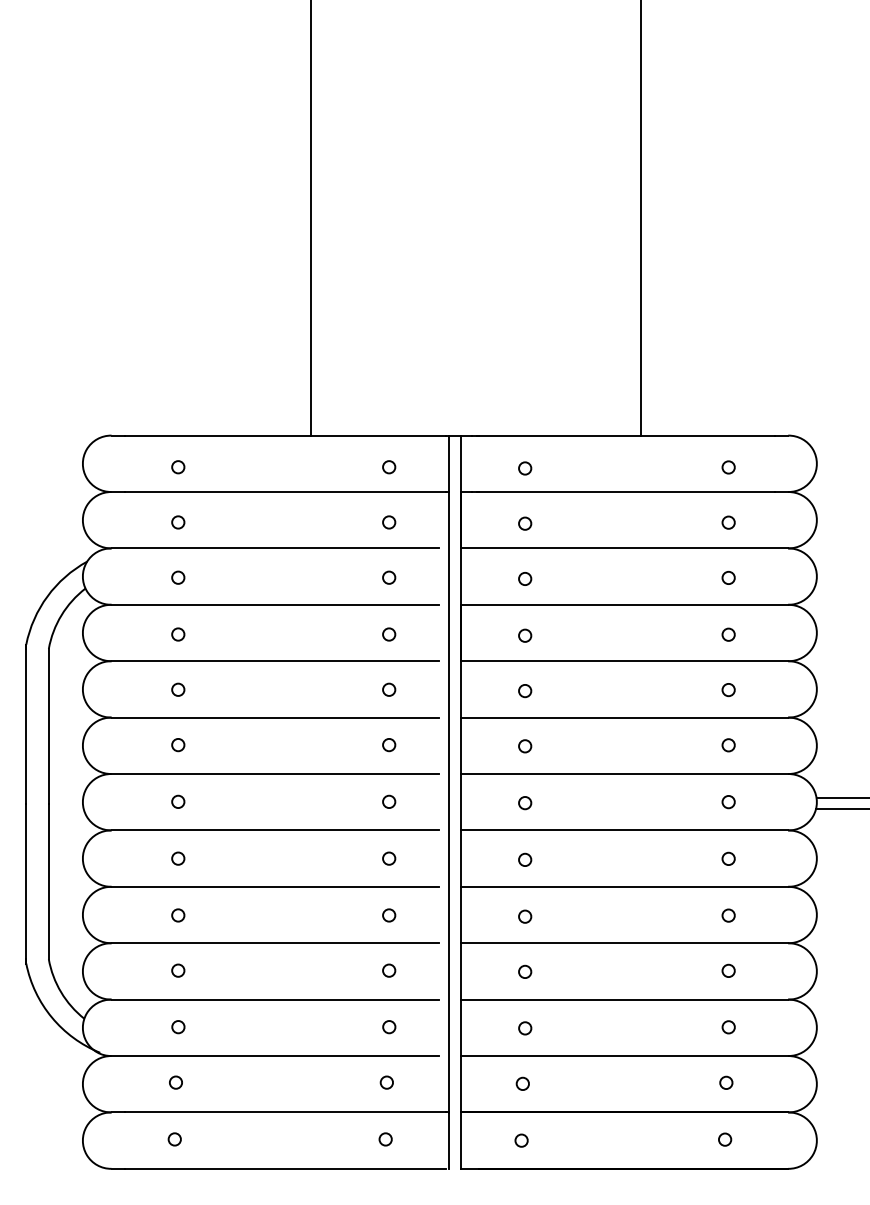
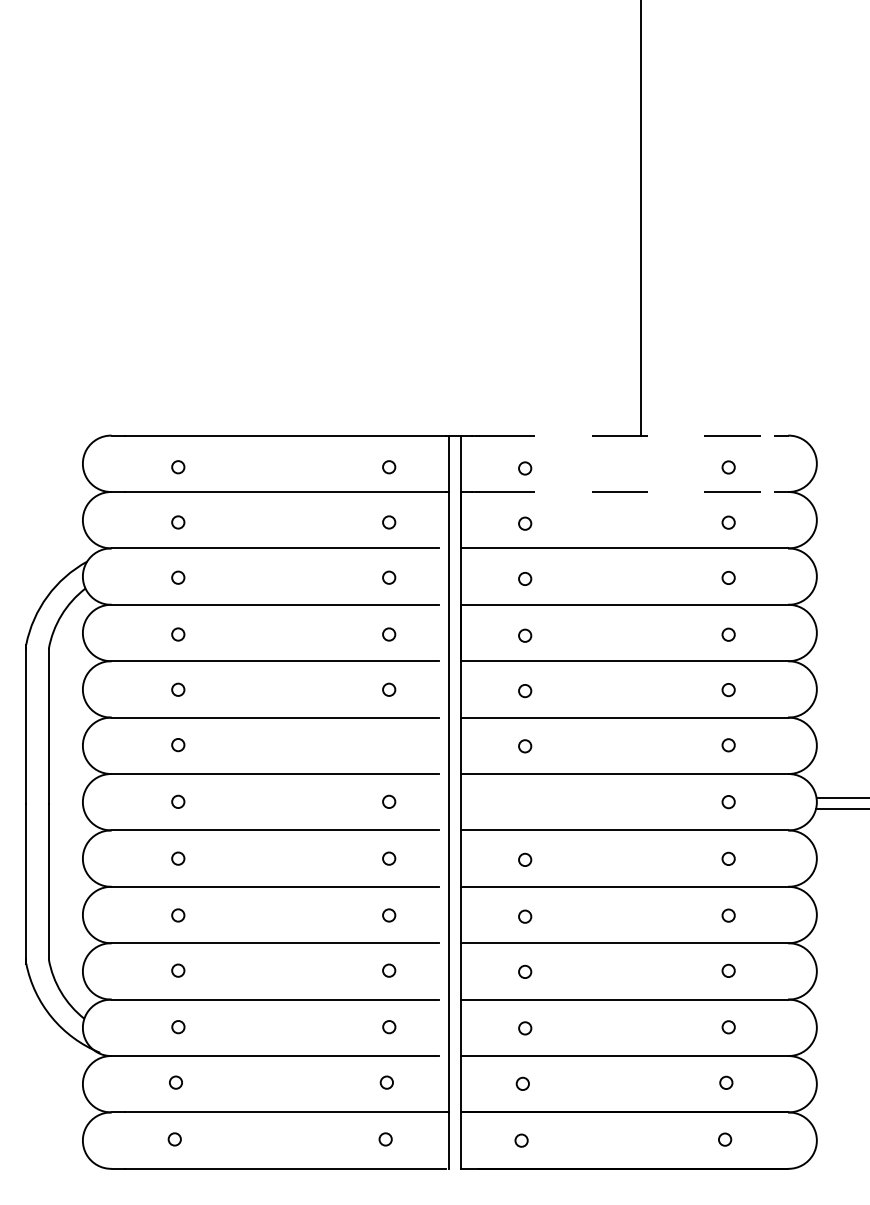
line at (311, 219): present -> none
line at (627, 435): solid -> dashed
line at (627, 492): solid -> dashed
circle at (389, 745): present -> none
circle at (525, 803): present -> none
